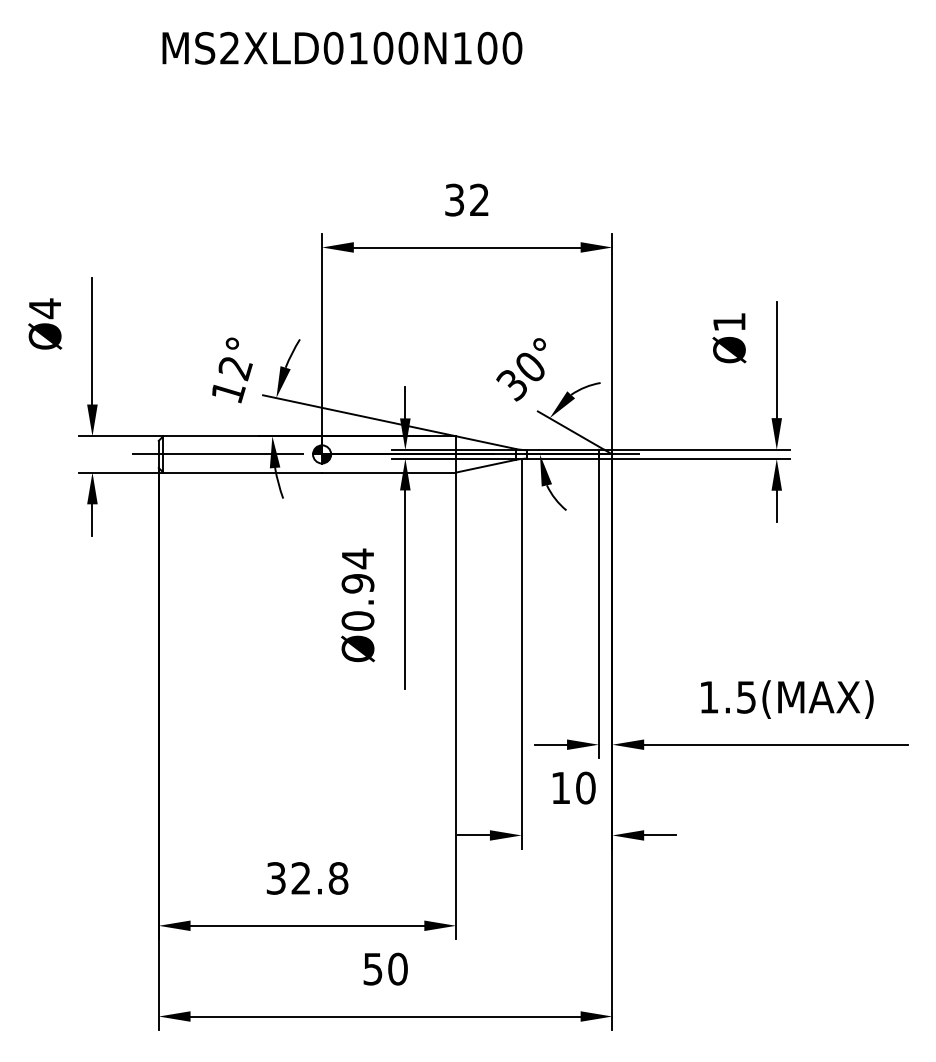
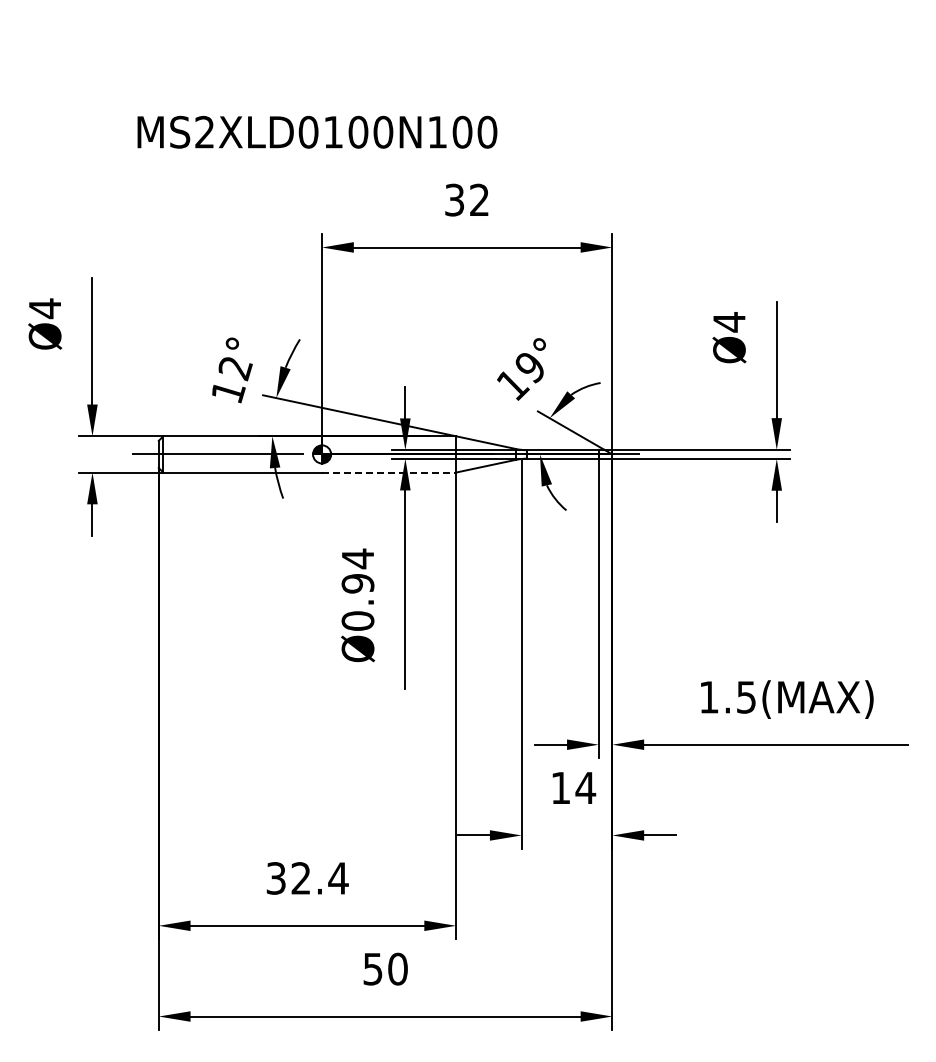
text at (342, 47) position: (342, 47) -> (317, 131)
text at (729, 322): Ø1 -> Ø4
text at (520, 376): 30° -> 19°
line at (389, 472): solid -> dashed
text at (585, 787): 10 -> 14
text at (338, 878): 32.8 -> 32.4
